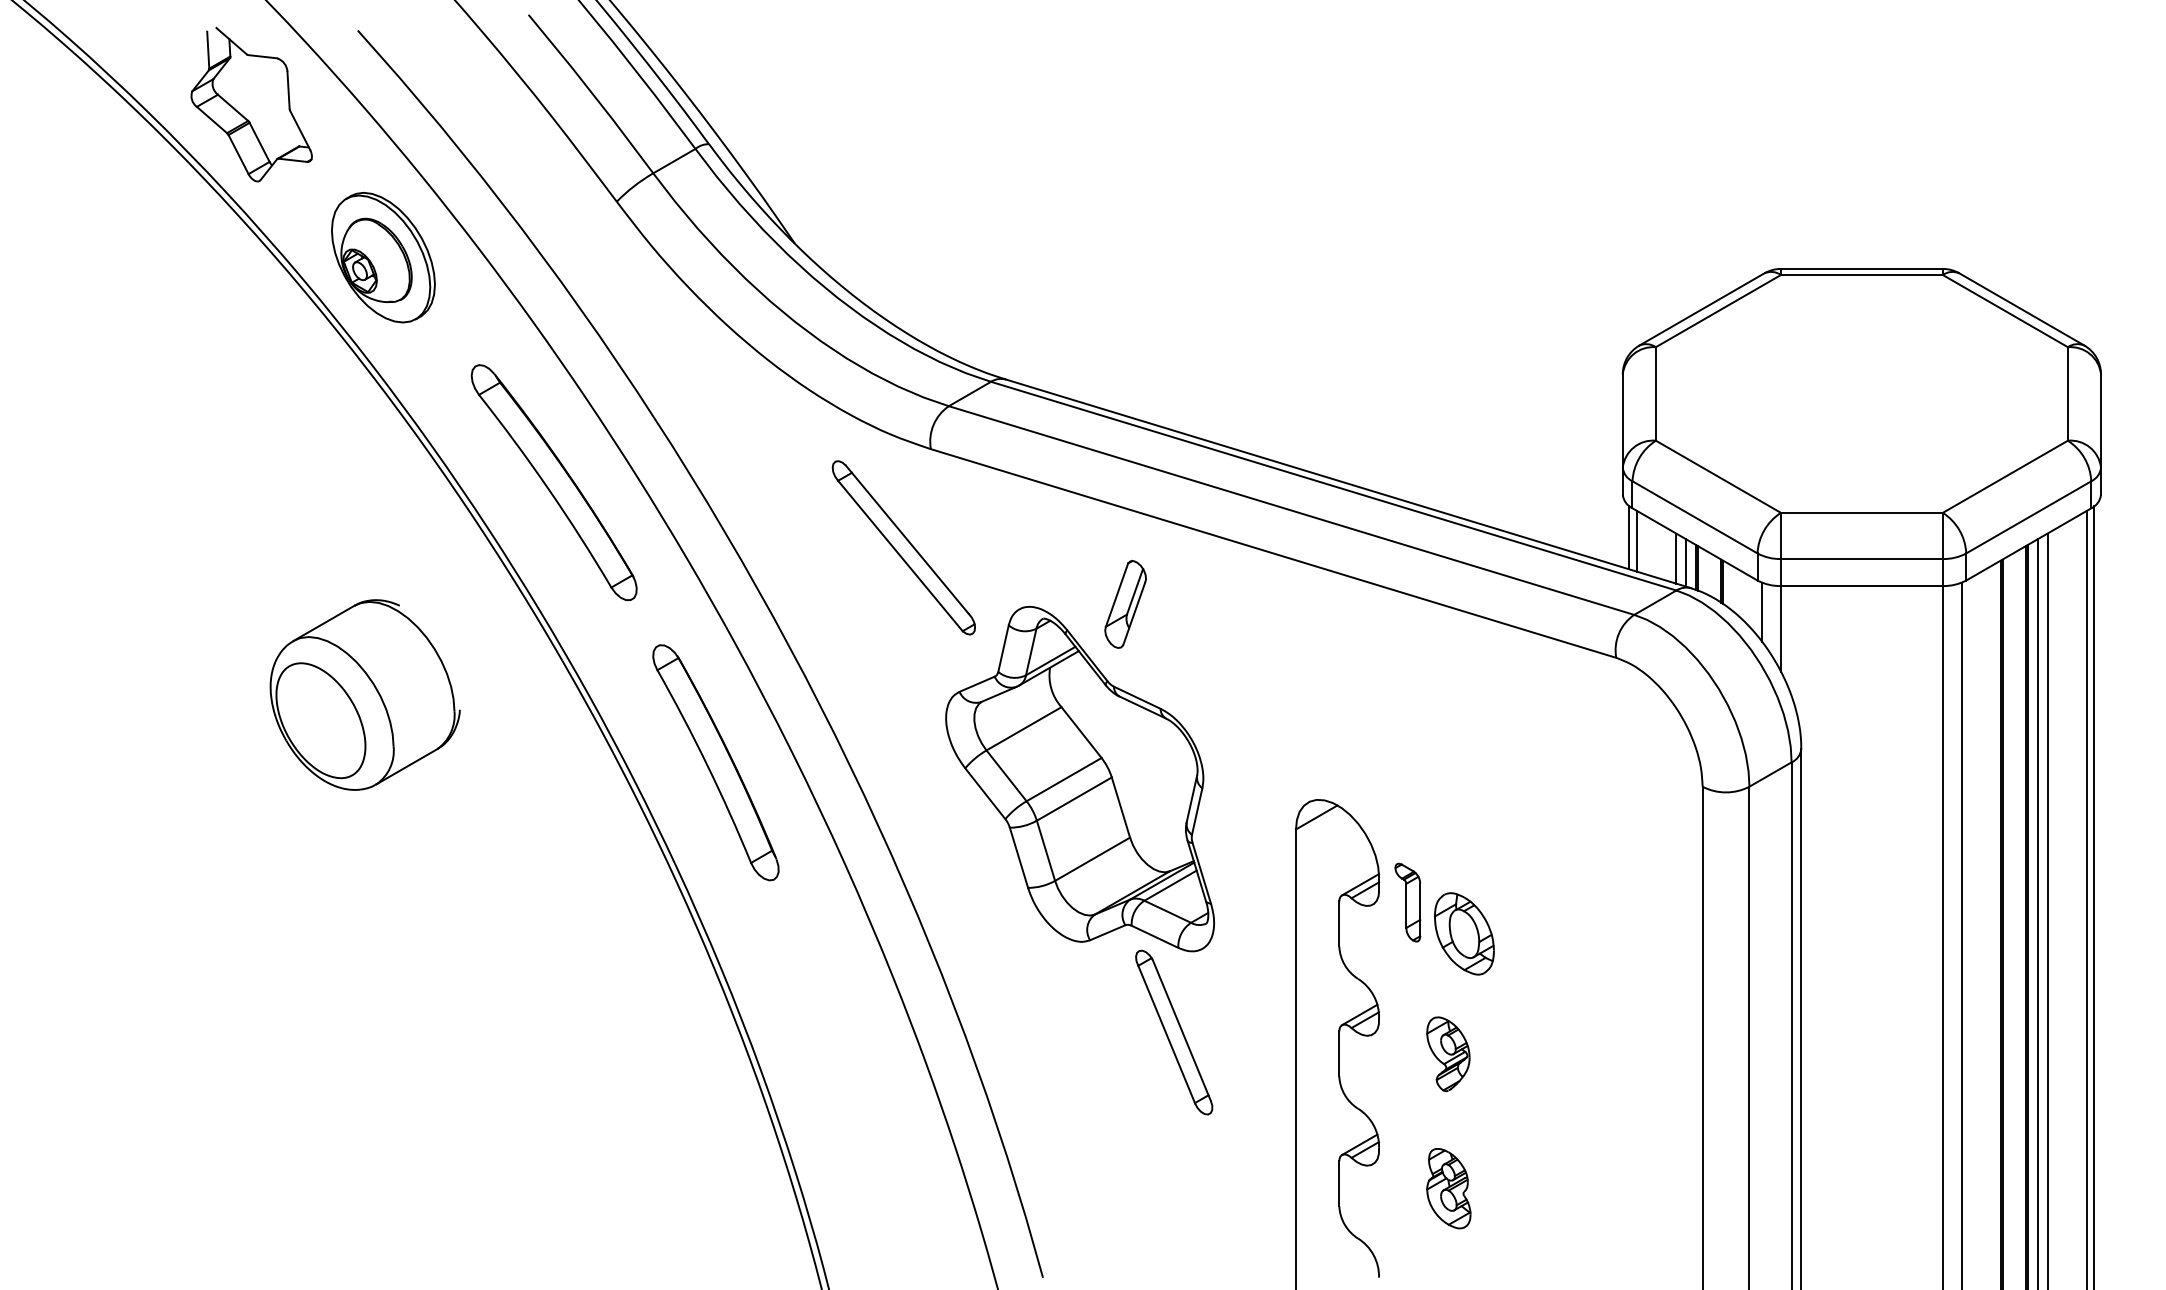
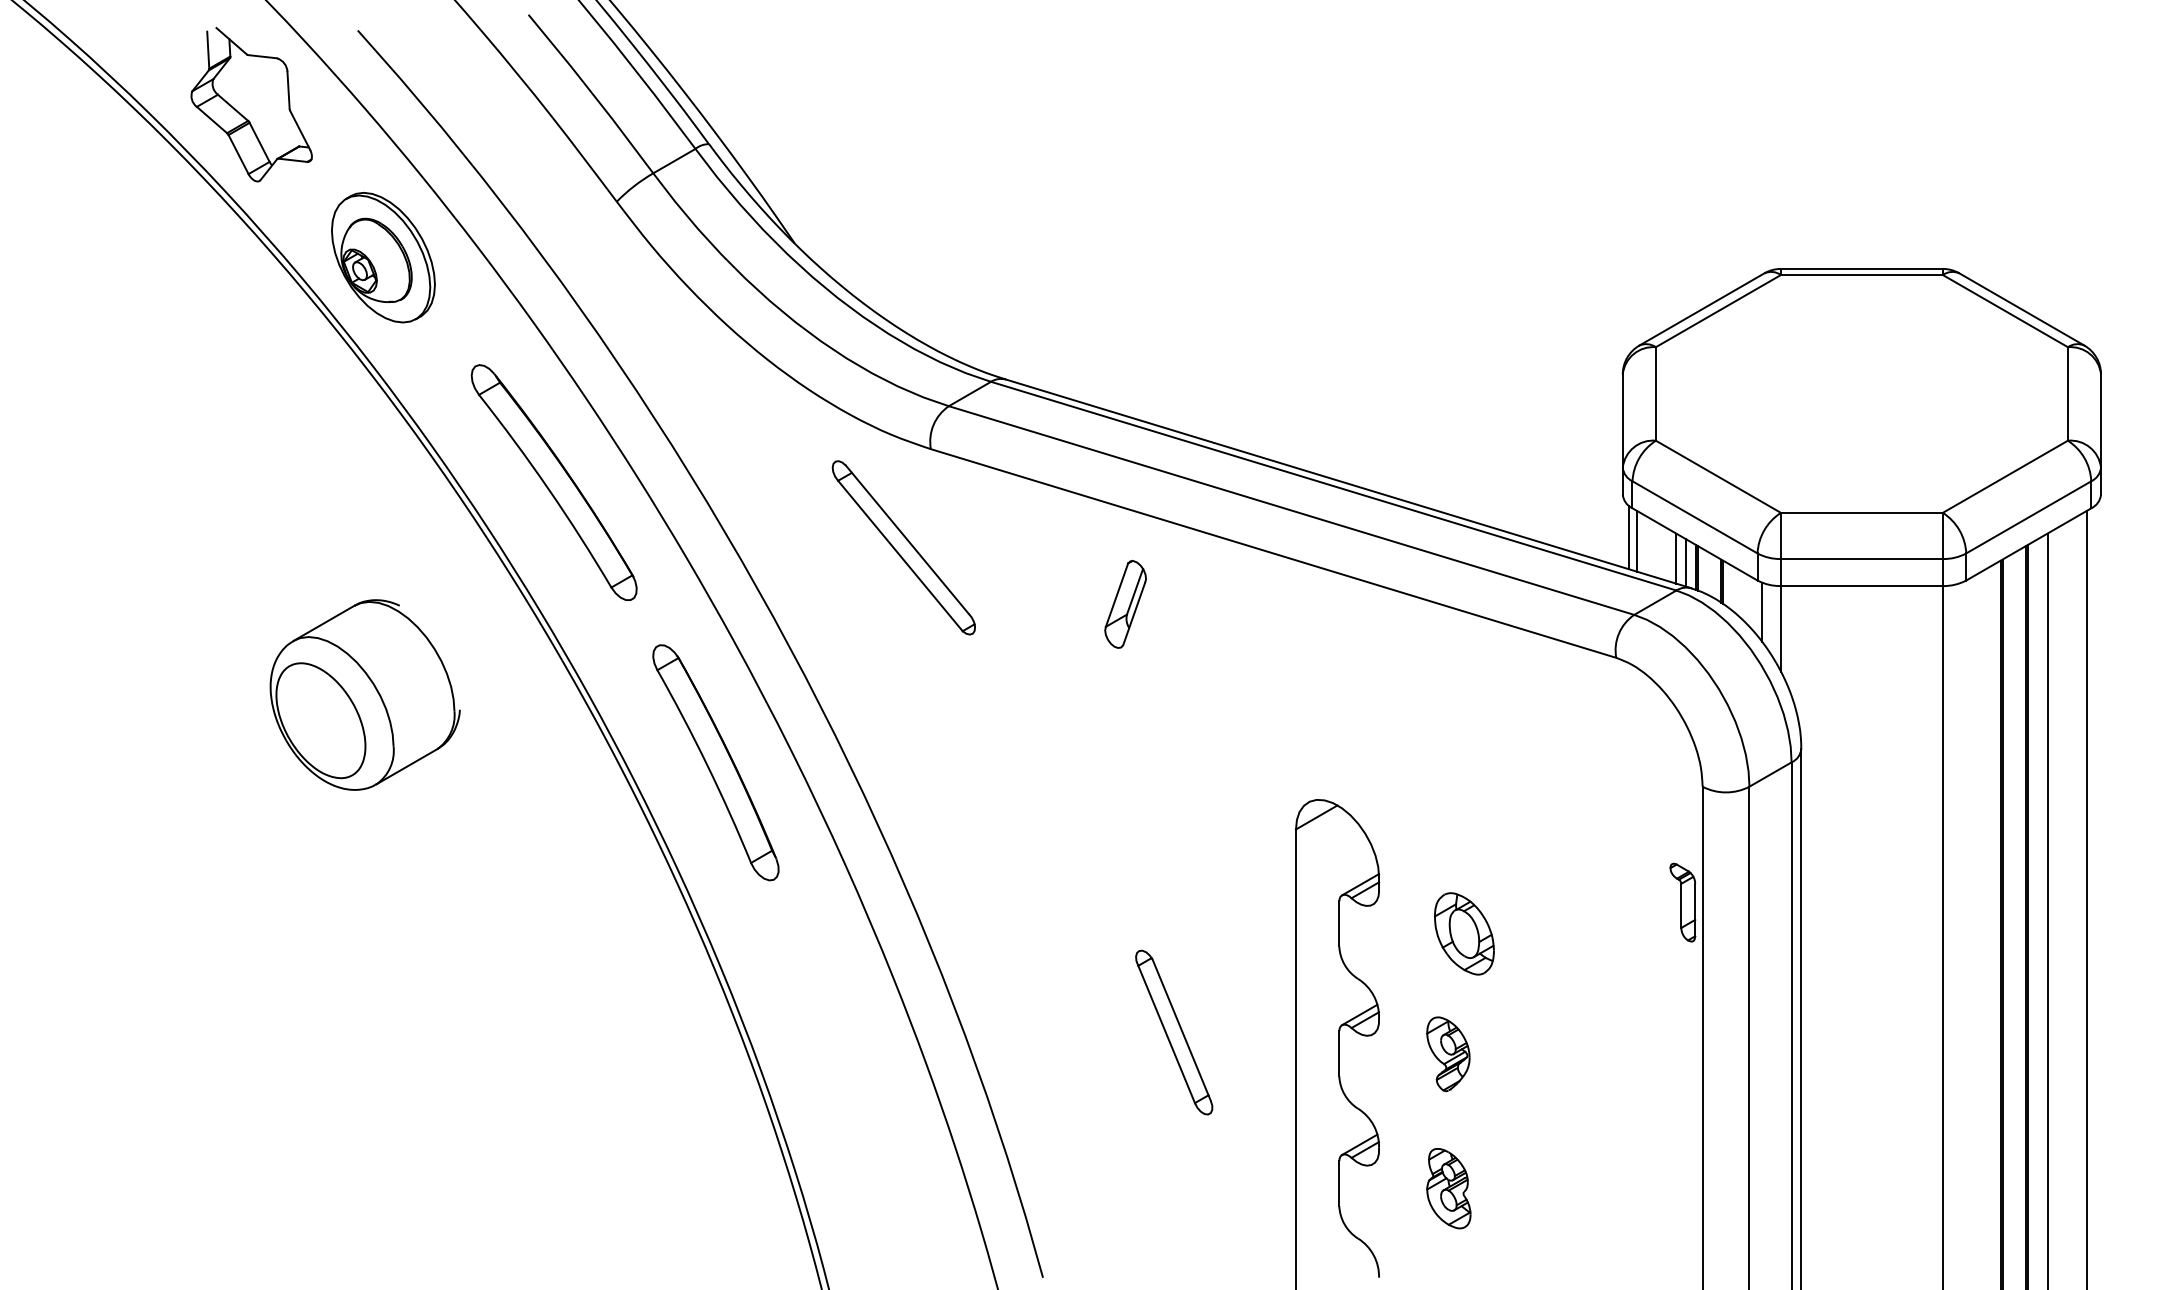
part at (1079, 778): present -> none
line at (2094, 896): present -> none
part at (1407, 902) position: (1407, 902) -> (1682, 902)
line at (2038, 912): present -> none
line at (1961, 934): present -> none
